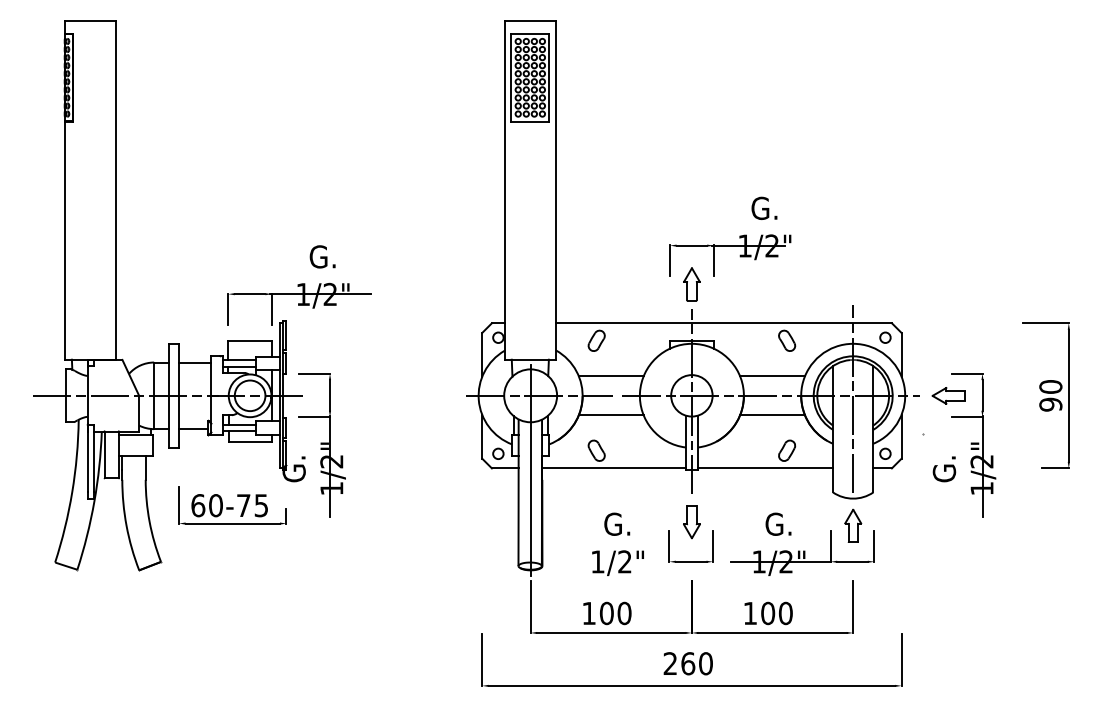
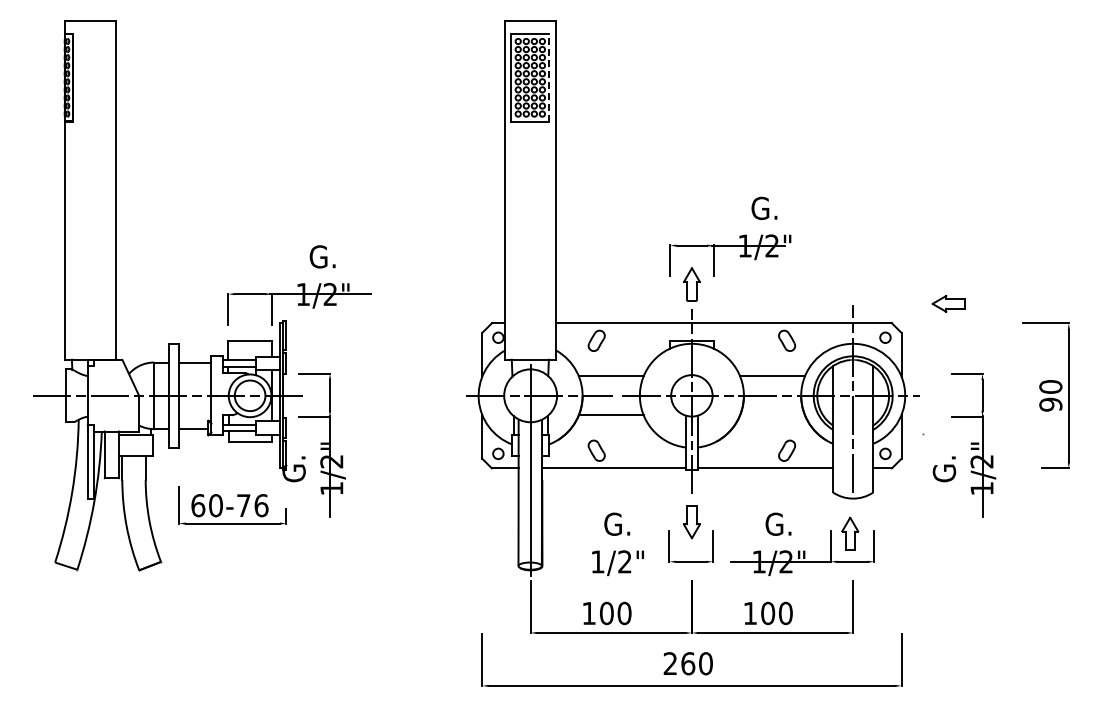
line at (549, 77): solid -> dashed
part at (948, 395) position: (948, 395) -> (948, 303)
line at (772, 415): present -> none
text at (261, 505): 60-75 -> 60-76
part at (853, 525) position: (853, 525) -> (850, 533)
